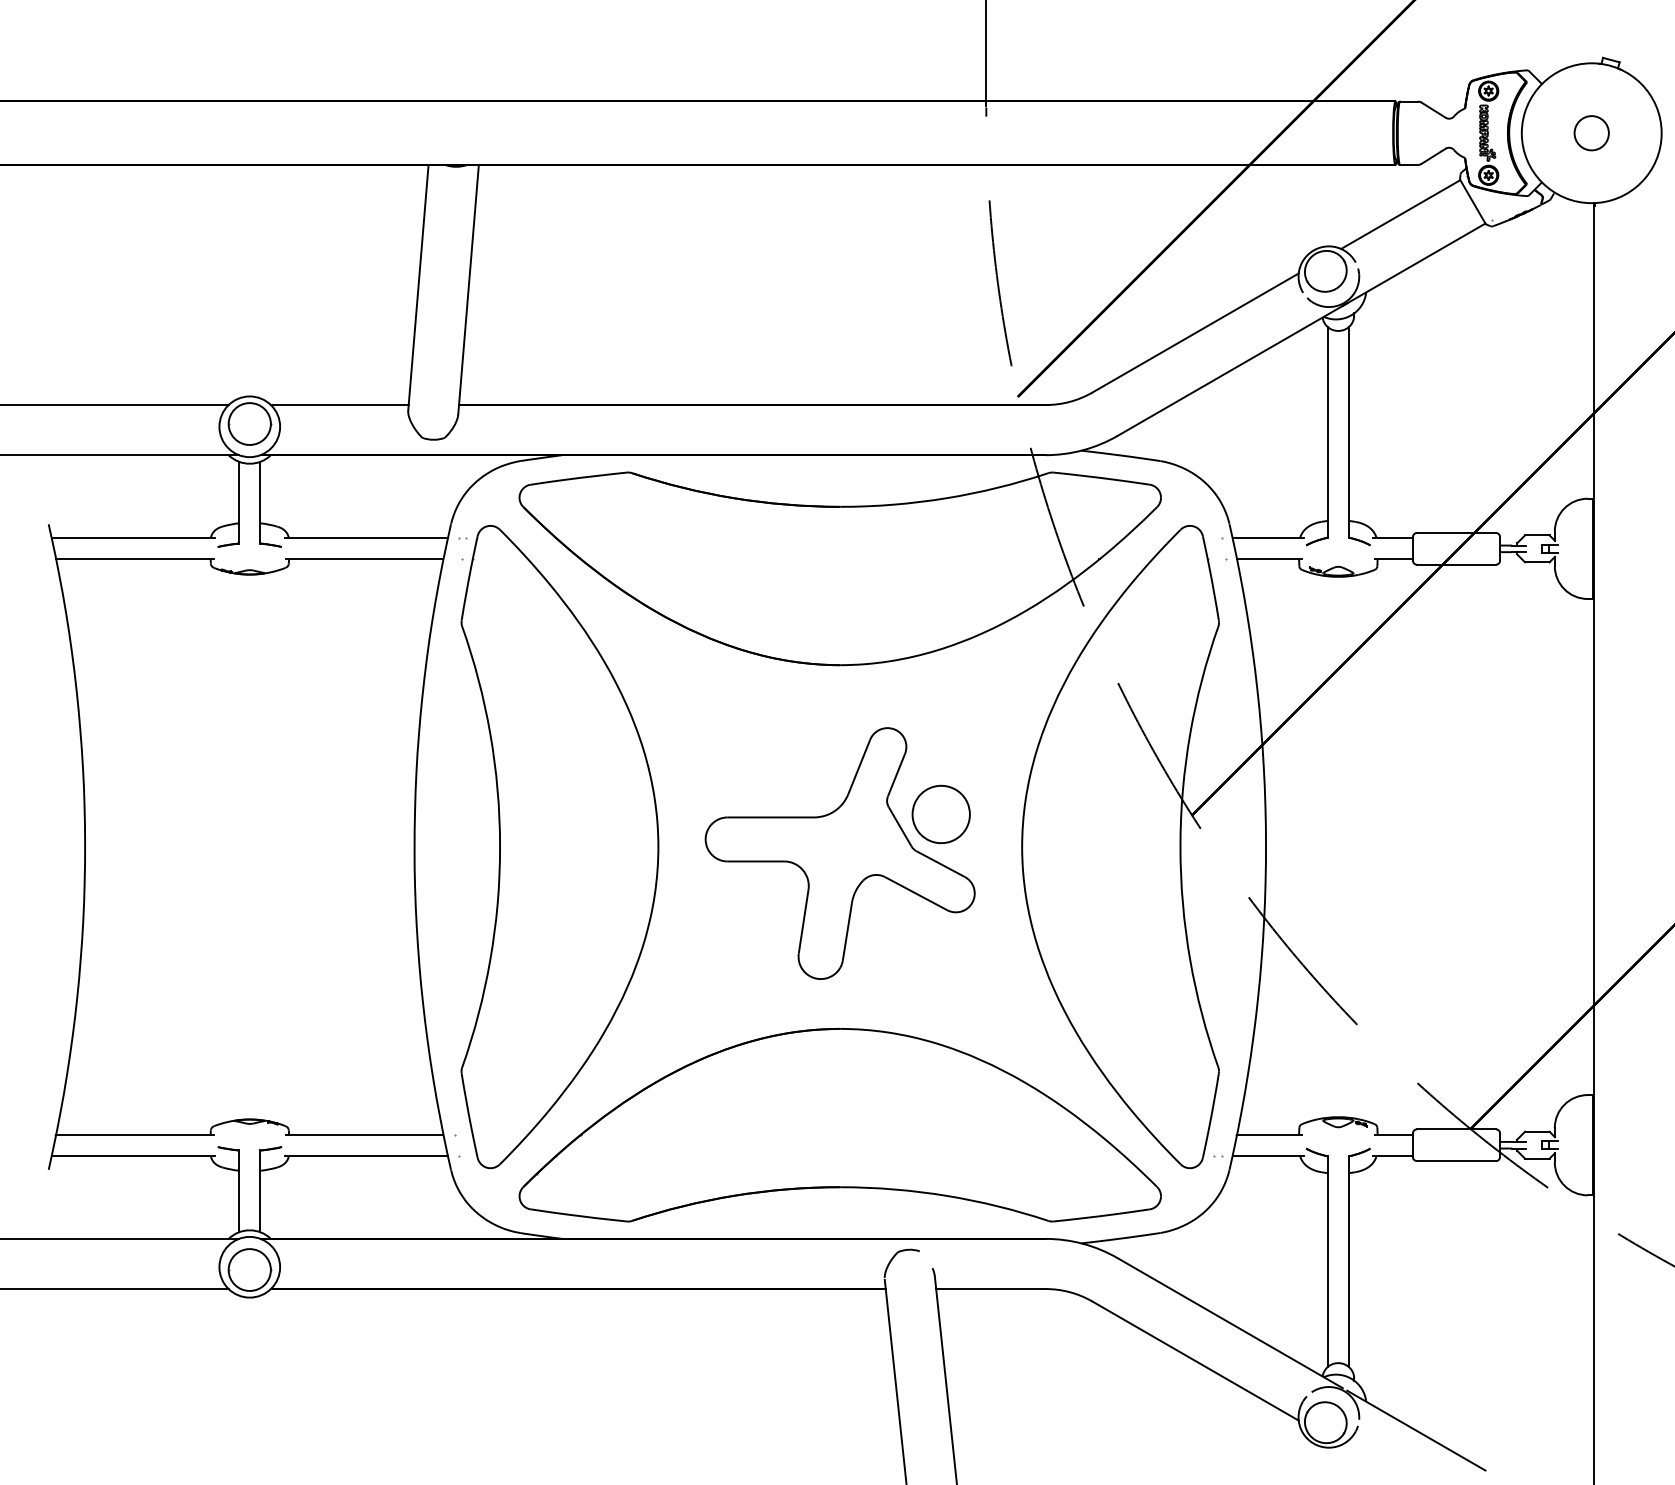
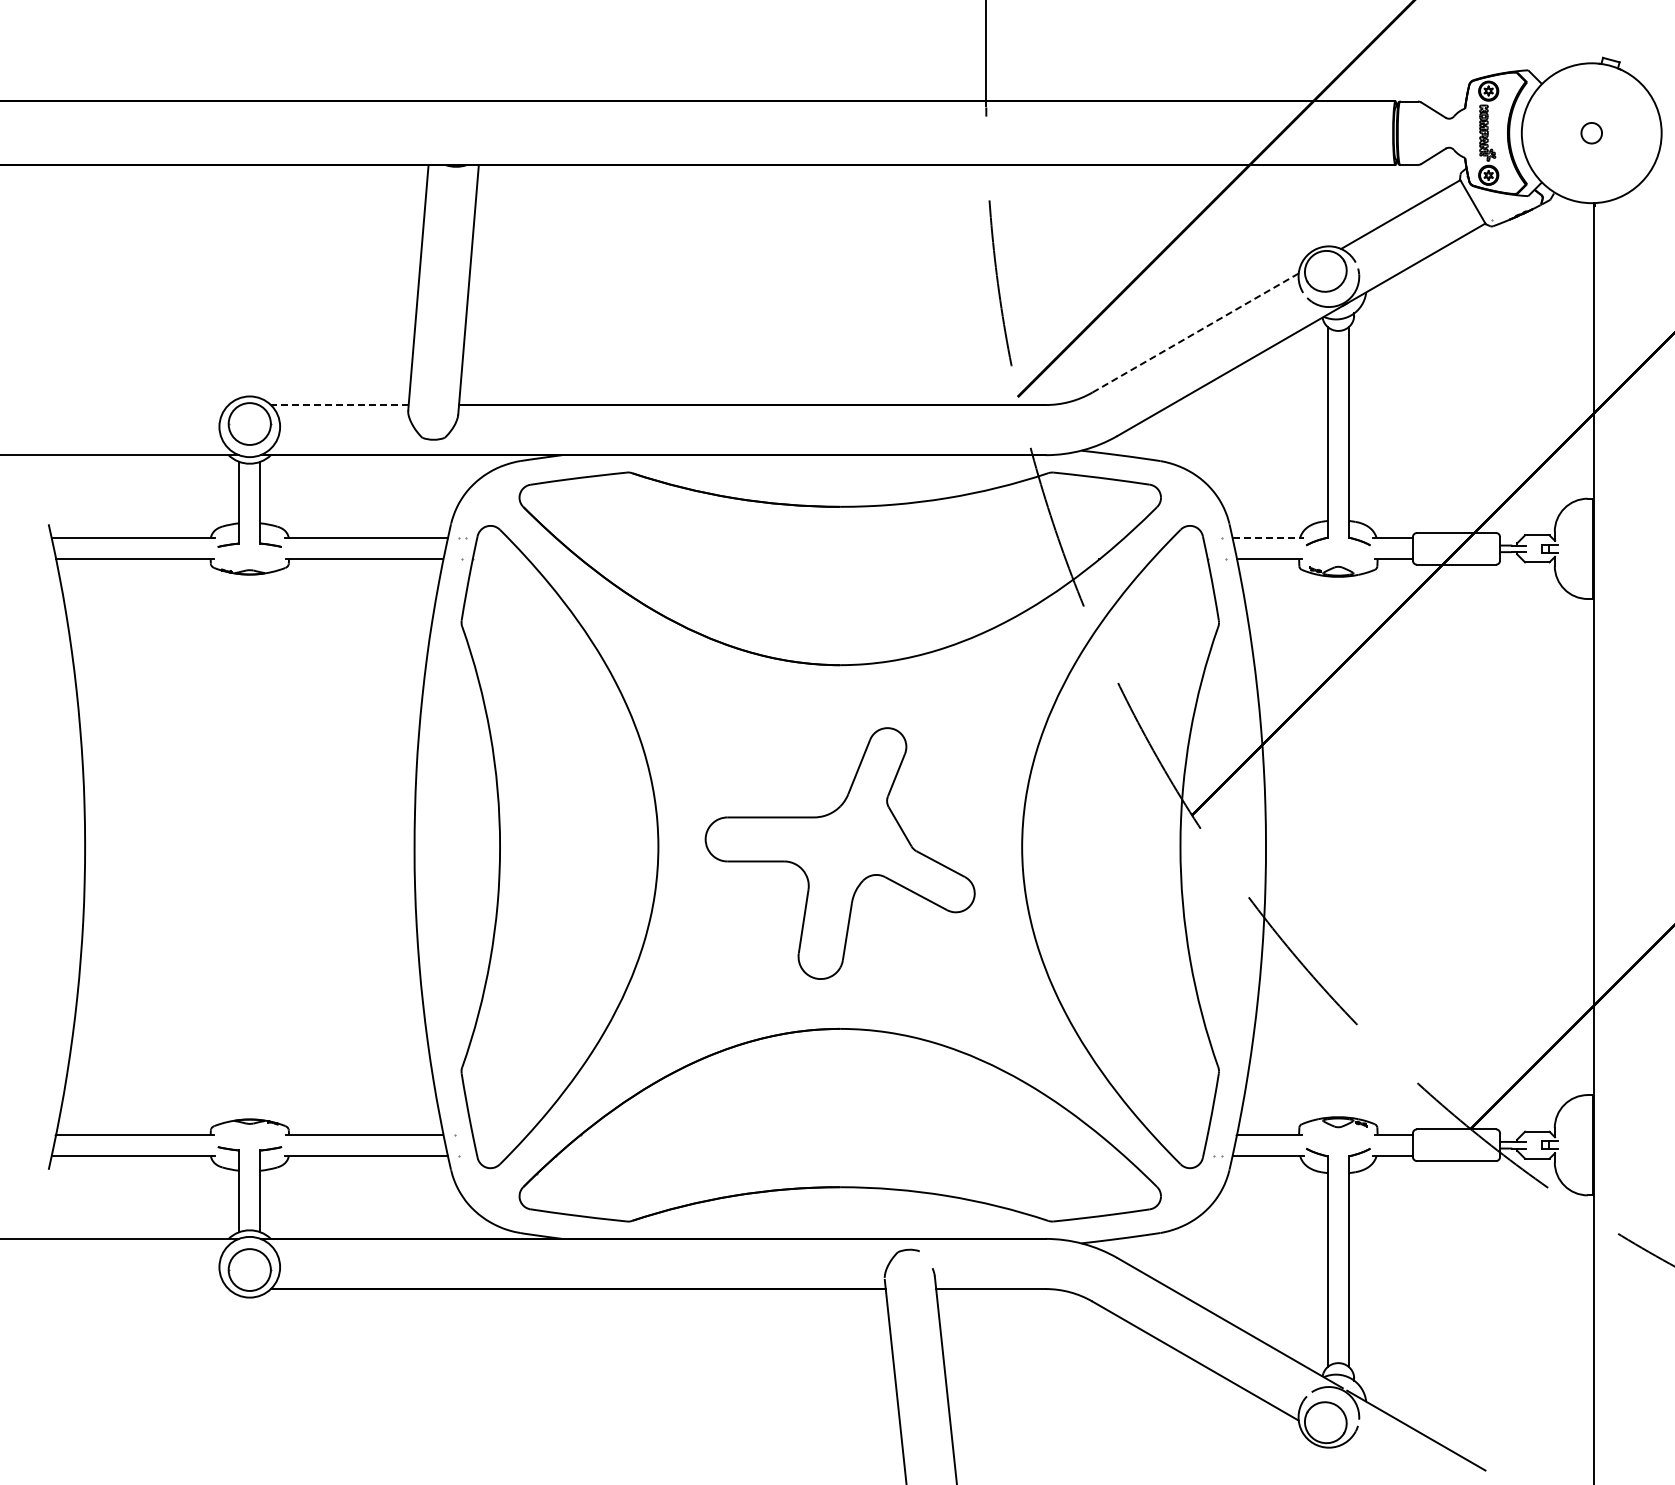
circle at (1591, 133) diameter: 34 px -> 21 px
line at (1196, 332): solid -> dashed
line at (115, 405): present -> none
line at (339, 405): solid -> dashed
line at (1268, 538): solid -> dashed
part at (940, 813): present -> none
line at (115, 1289): present -> none
